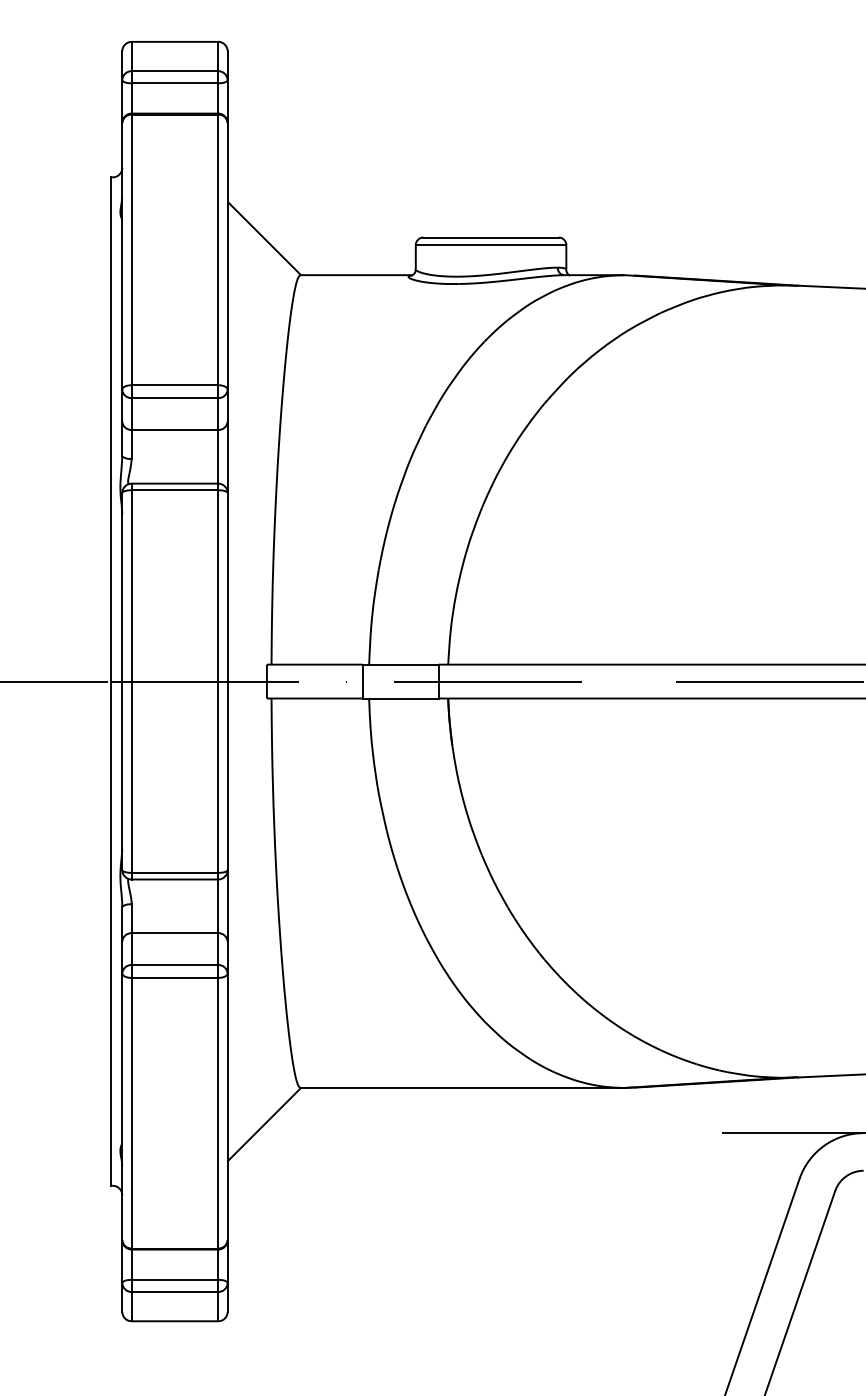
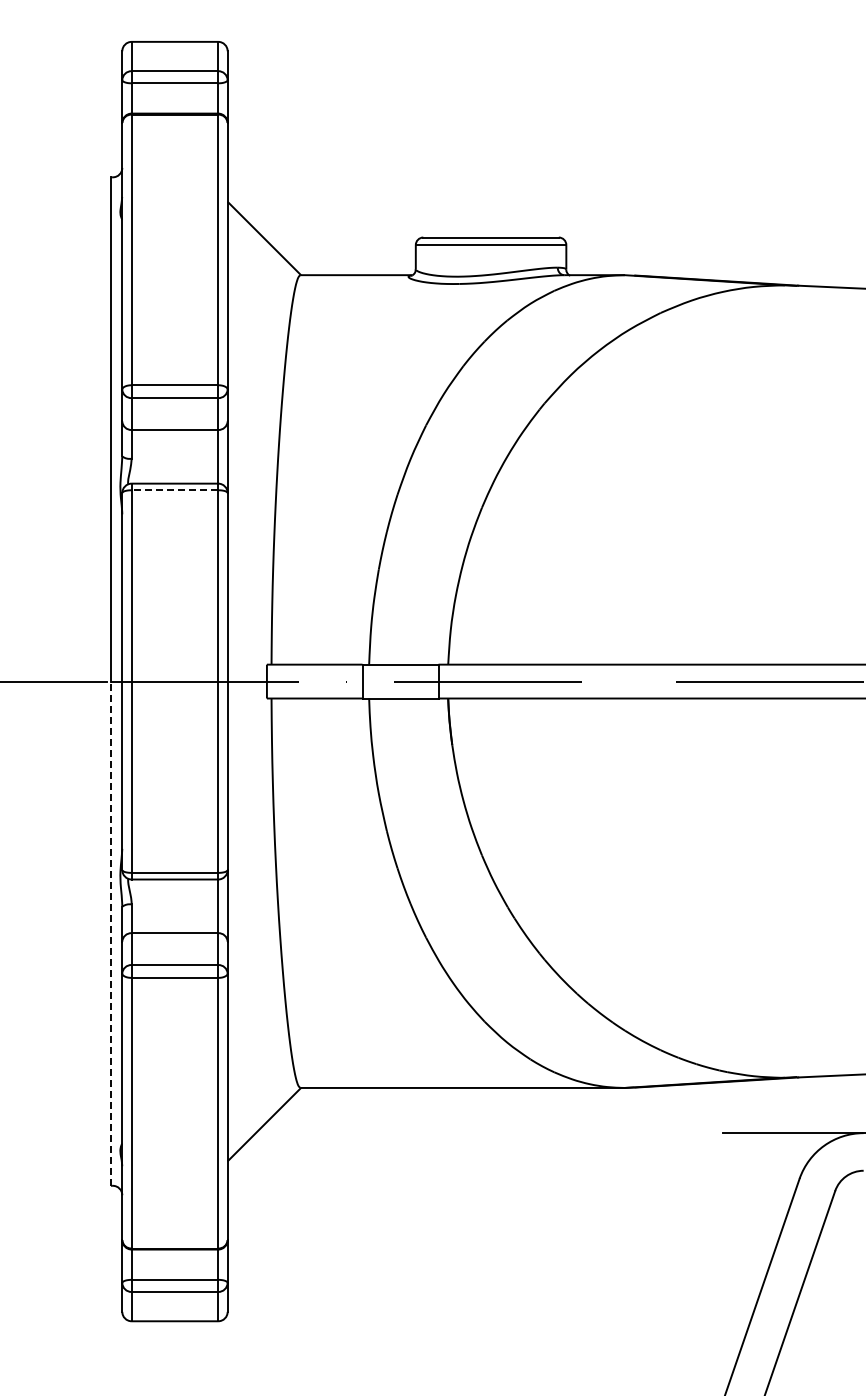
line at (174, 490): solid -> dashed
line at (111, 933): solid -> dashed
